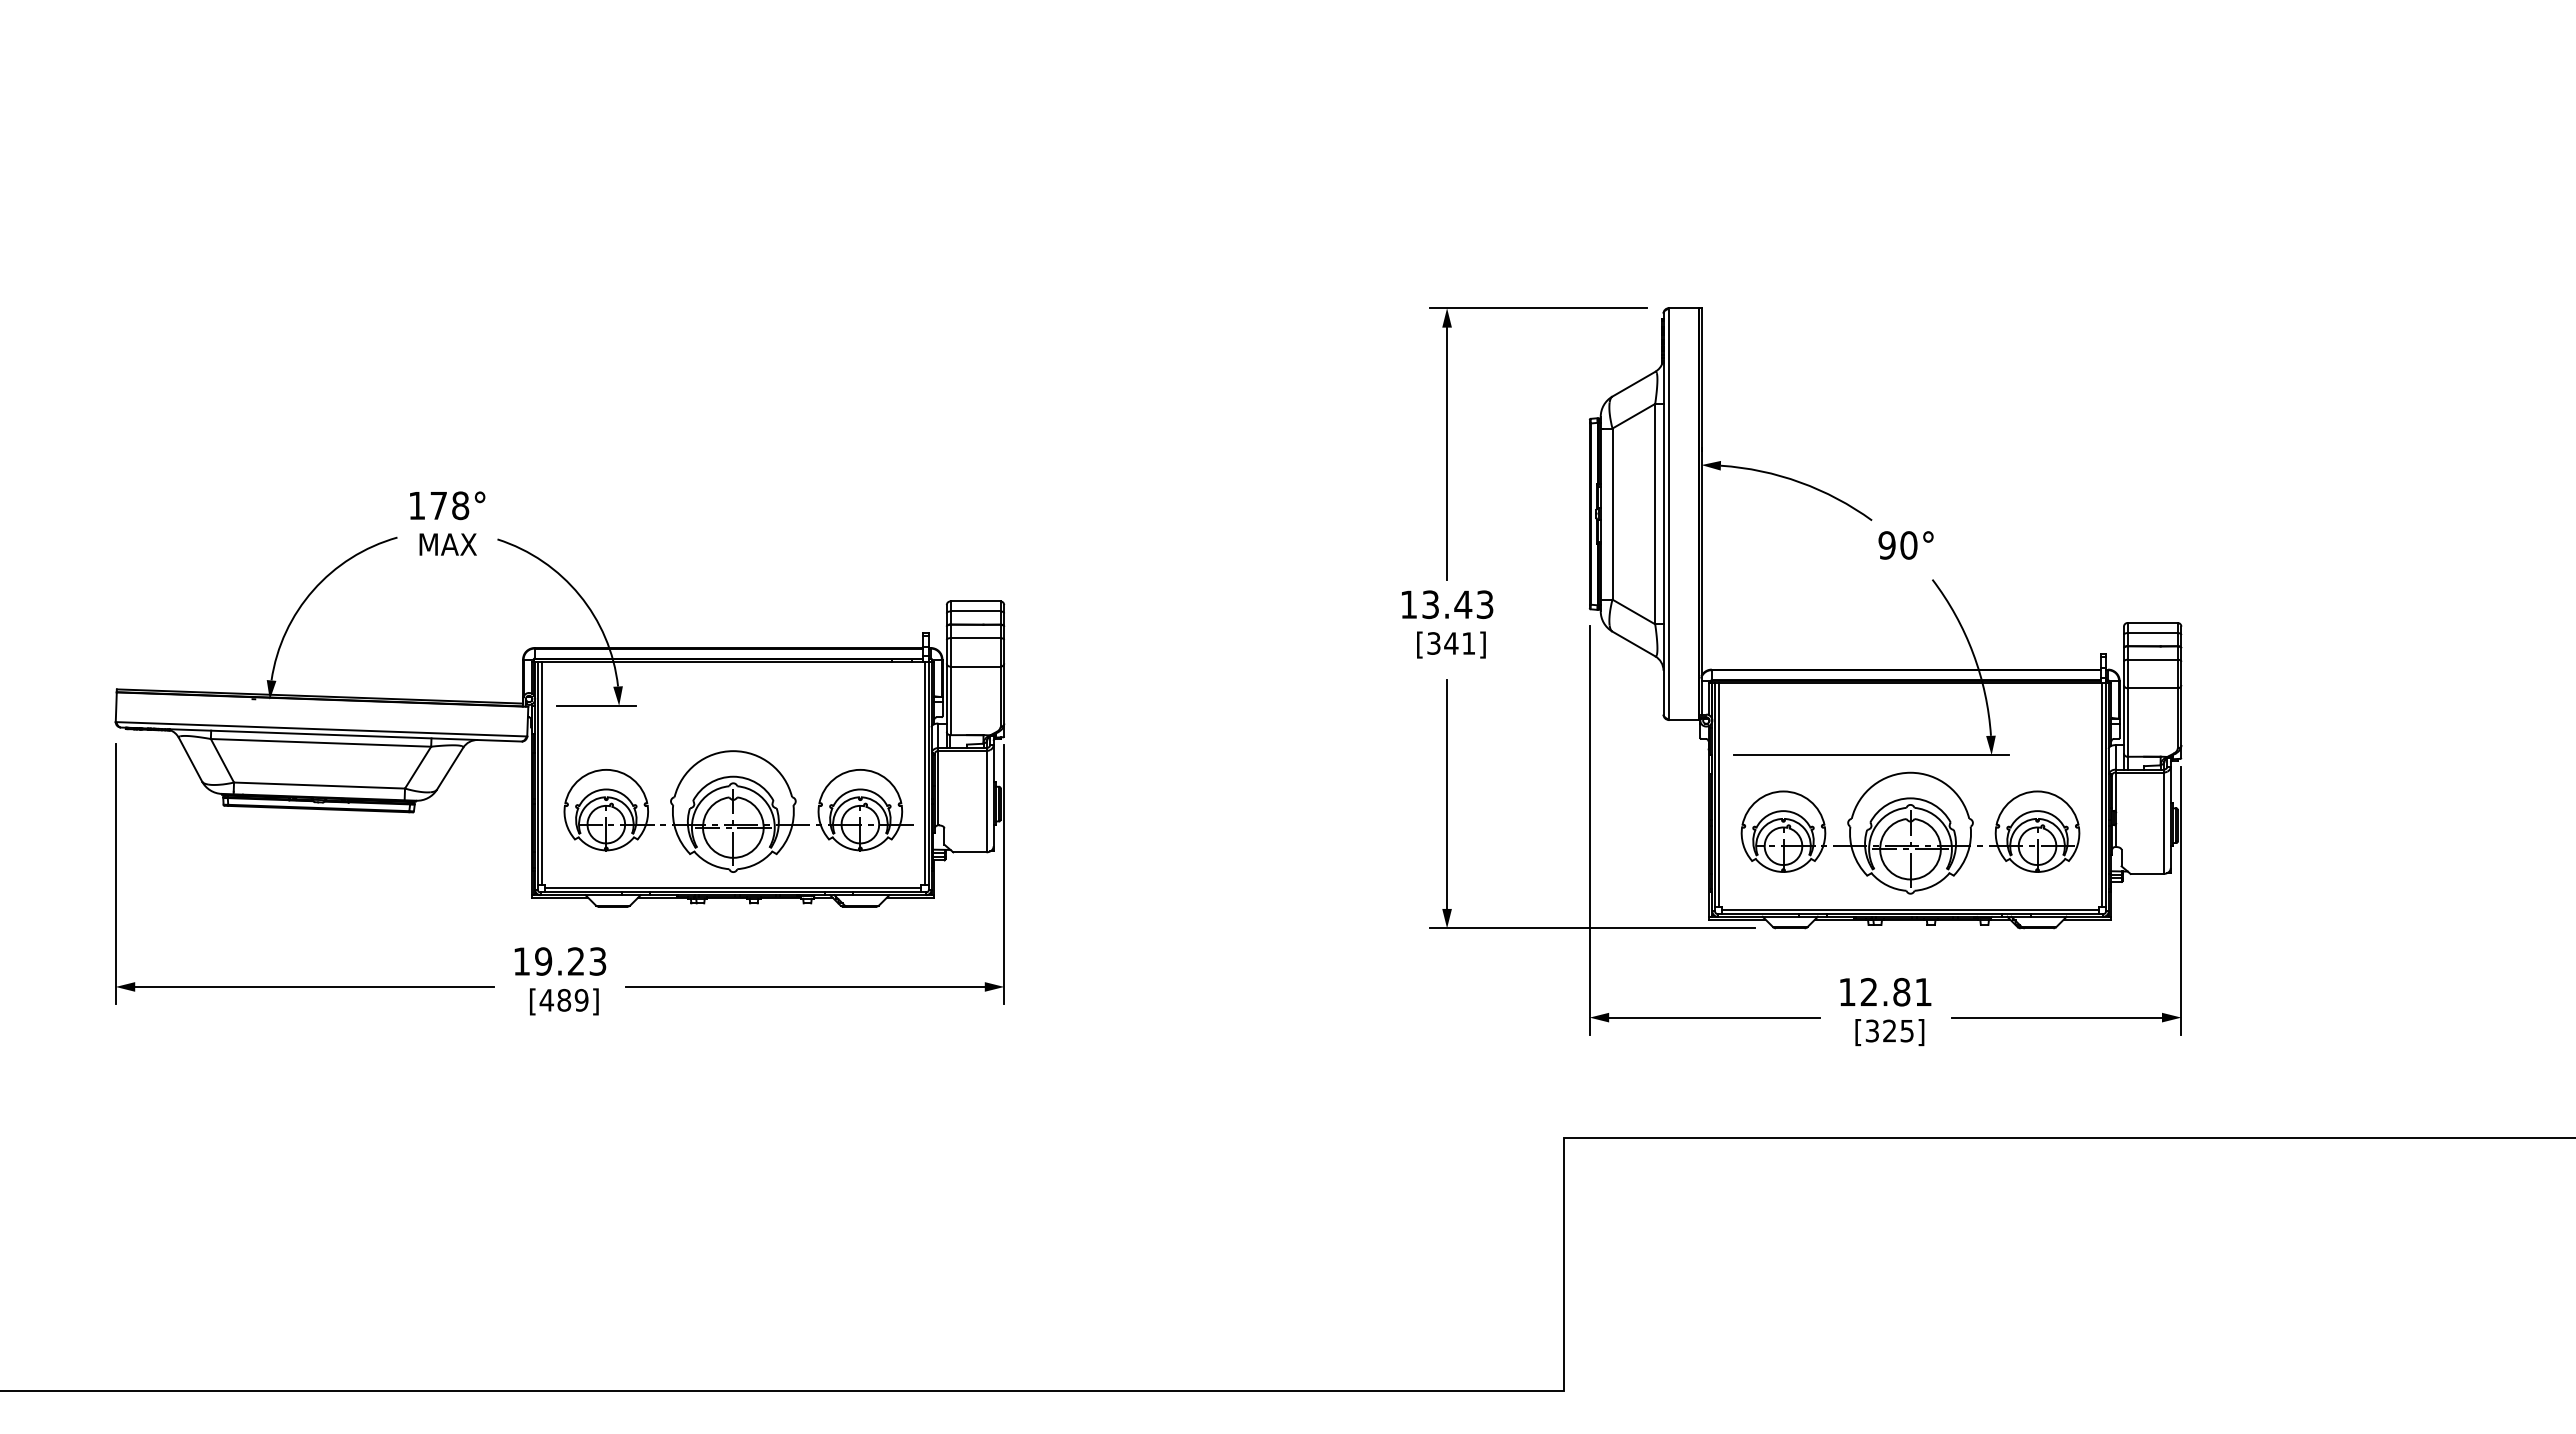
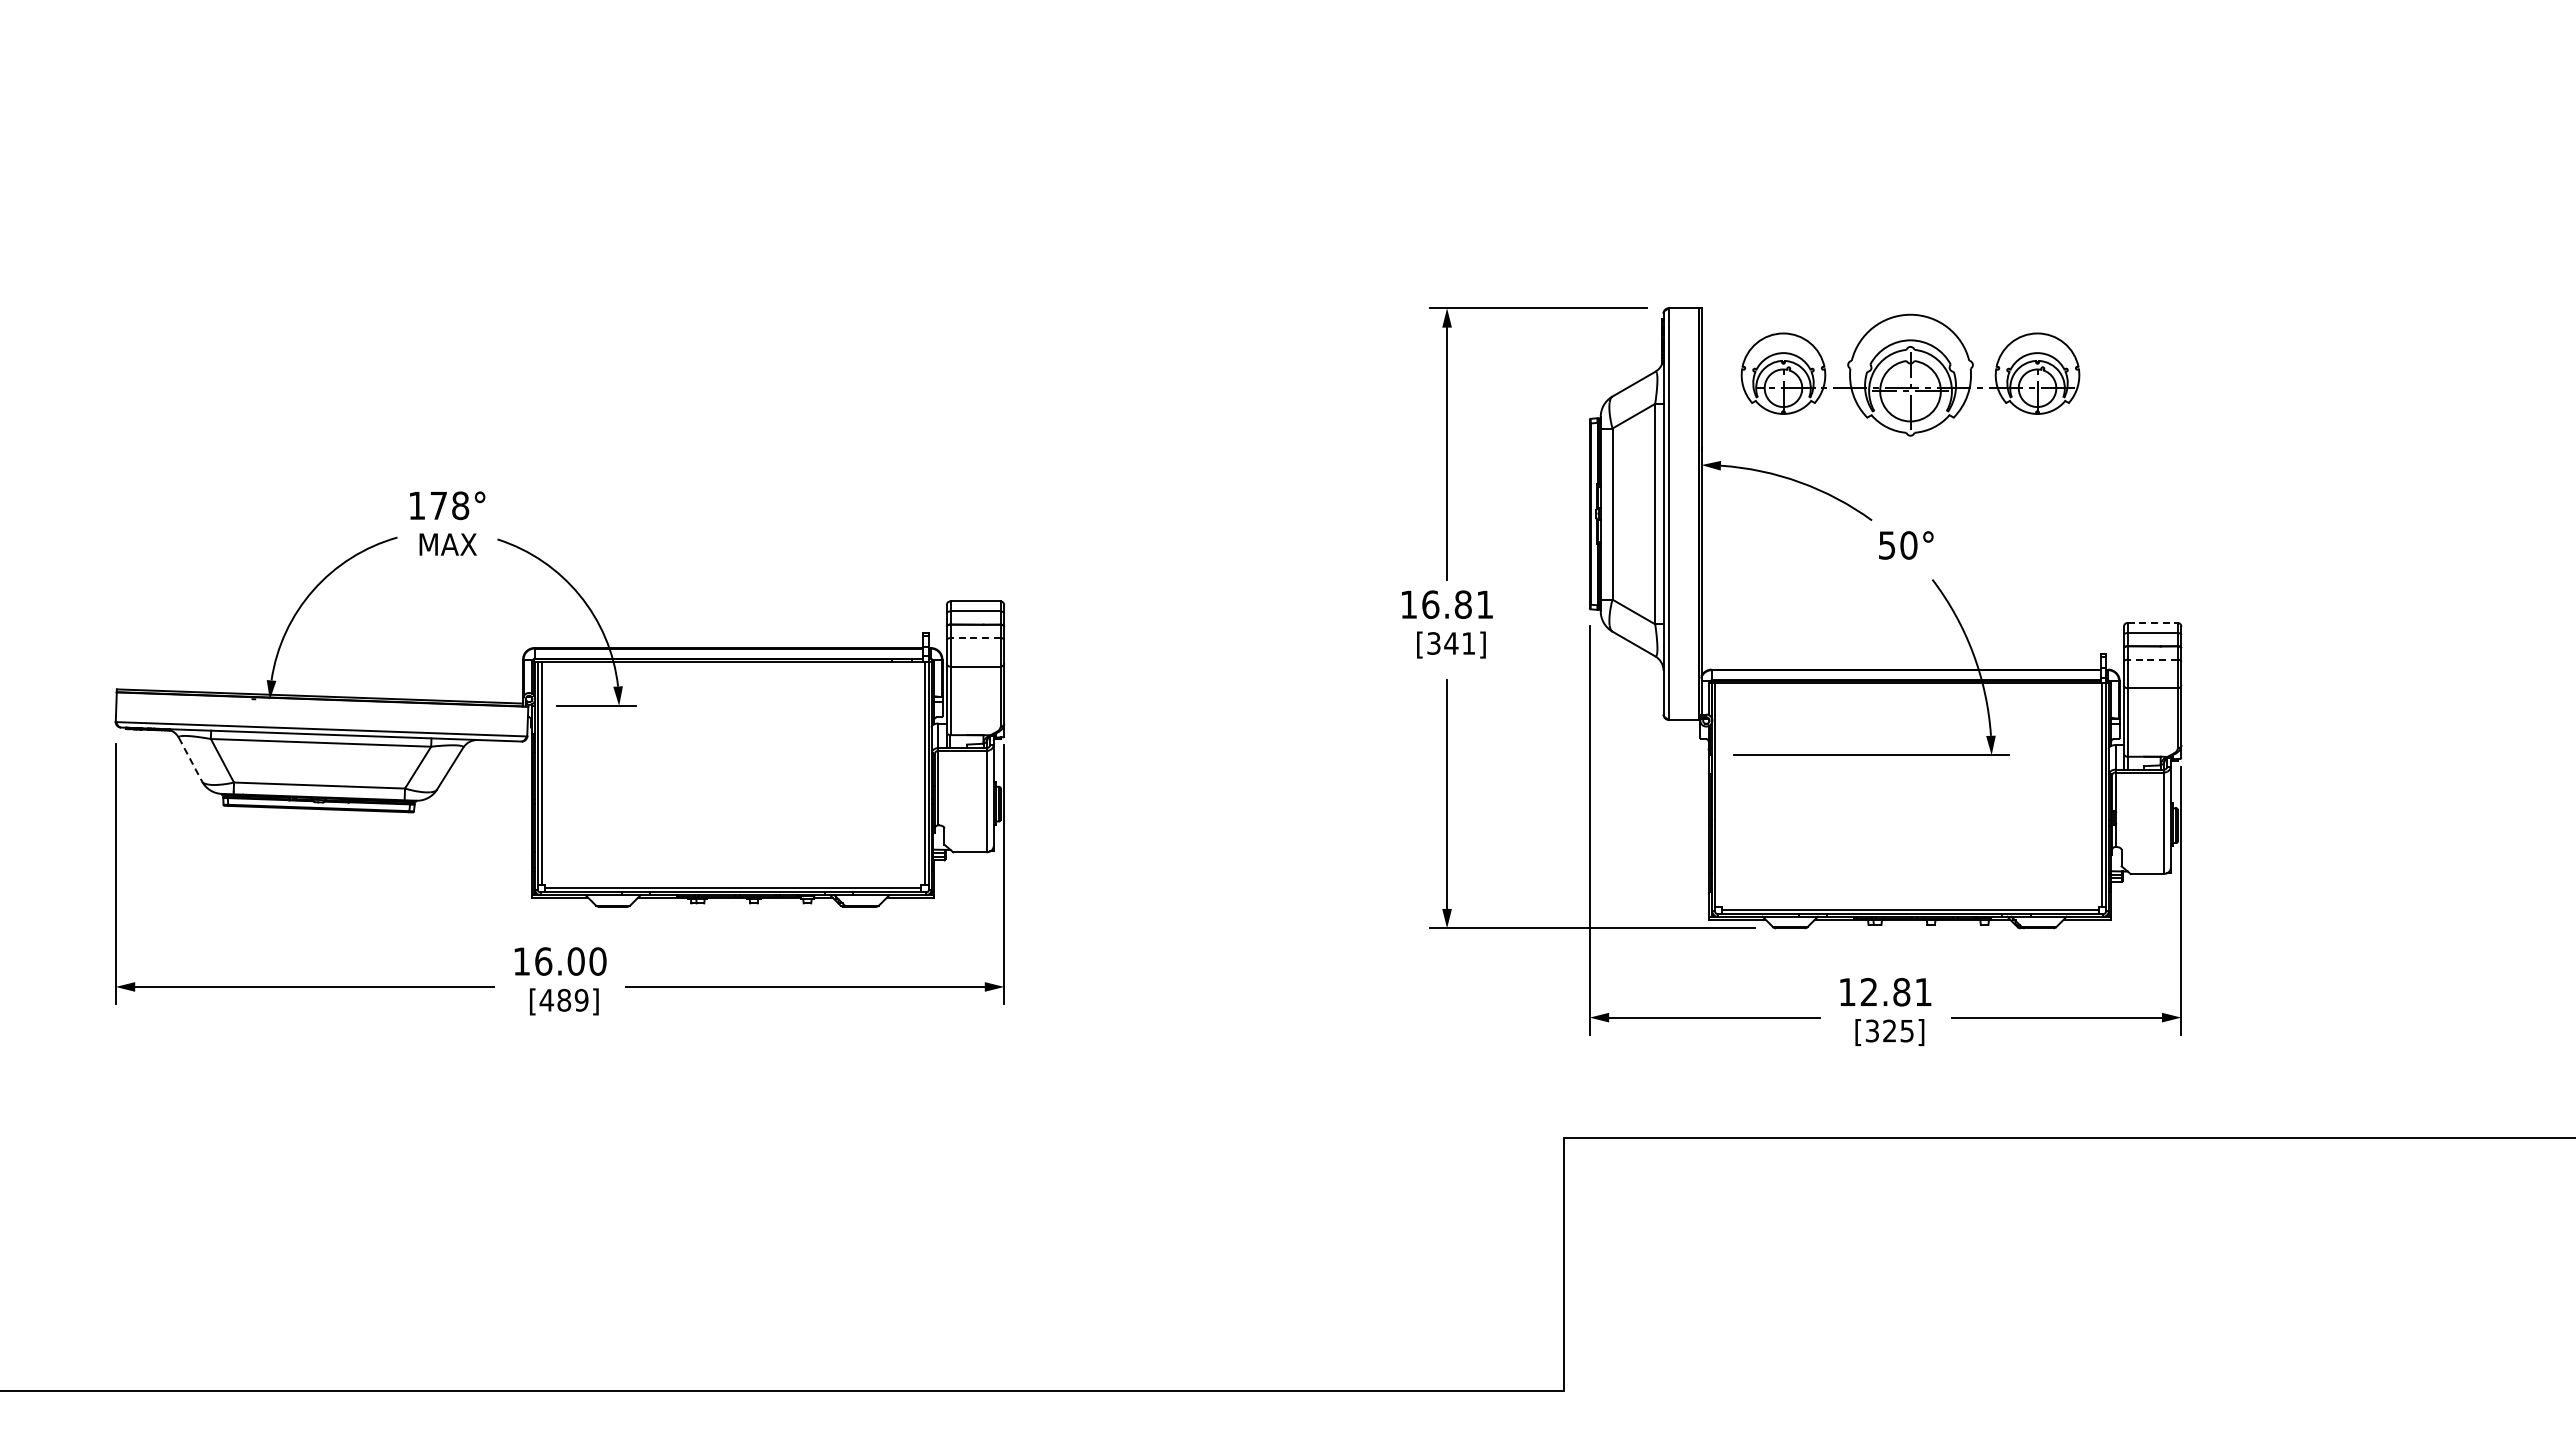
text at (1886, 545): 90° -> 50°
text at (1457, 604): 13.43 -> 16.81
line at (2153, 622): solid -> dashed
line at (975, 638): solid -> dashed
line at (2152, 659): solid -> dashed
line at (190, 759): solid -> dashed
line at (1719, 794): present -> none
part at (738, 811): present -> none
part at (1910, 832) position: (1910, 832) -> (1910, 374)
text at (570, 961): 19.23 -> 16.00
